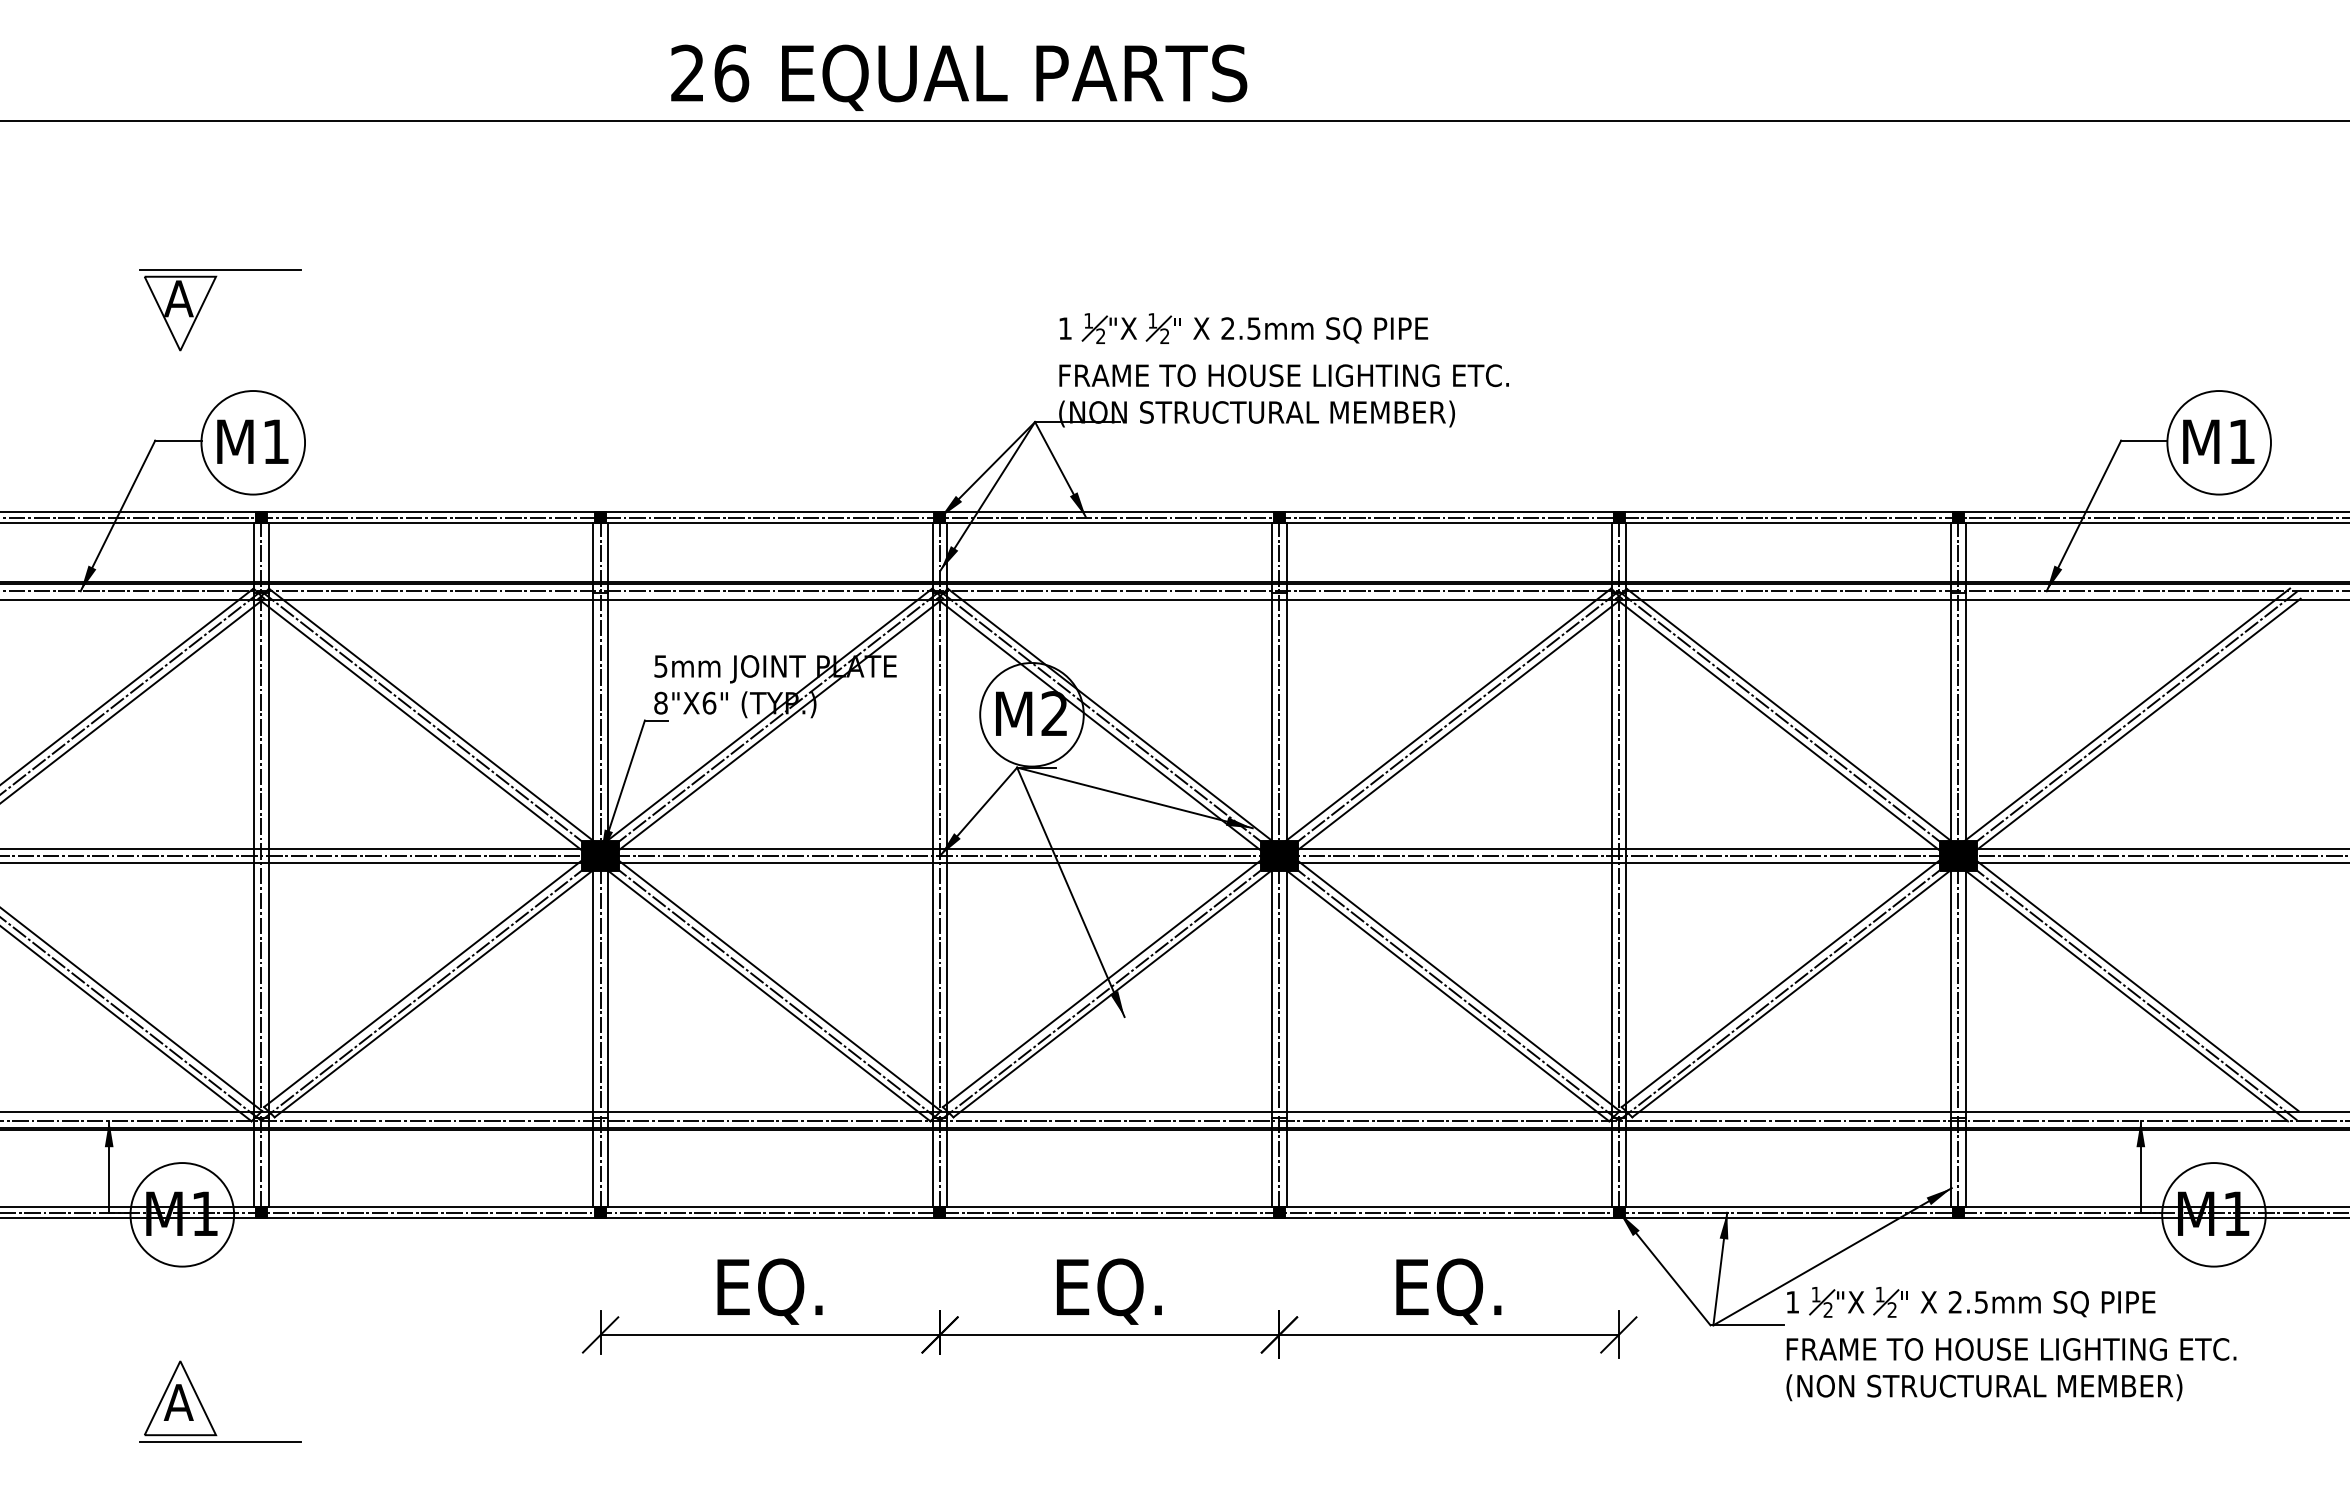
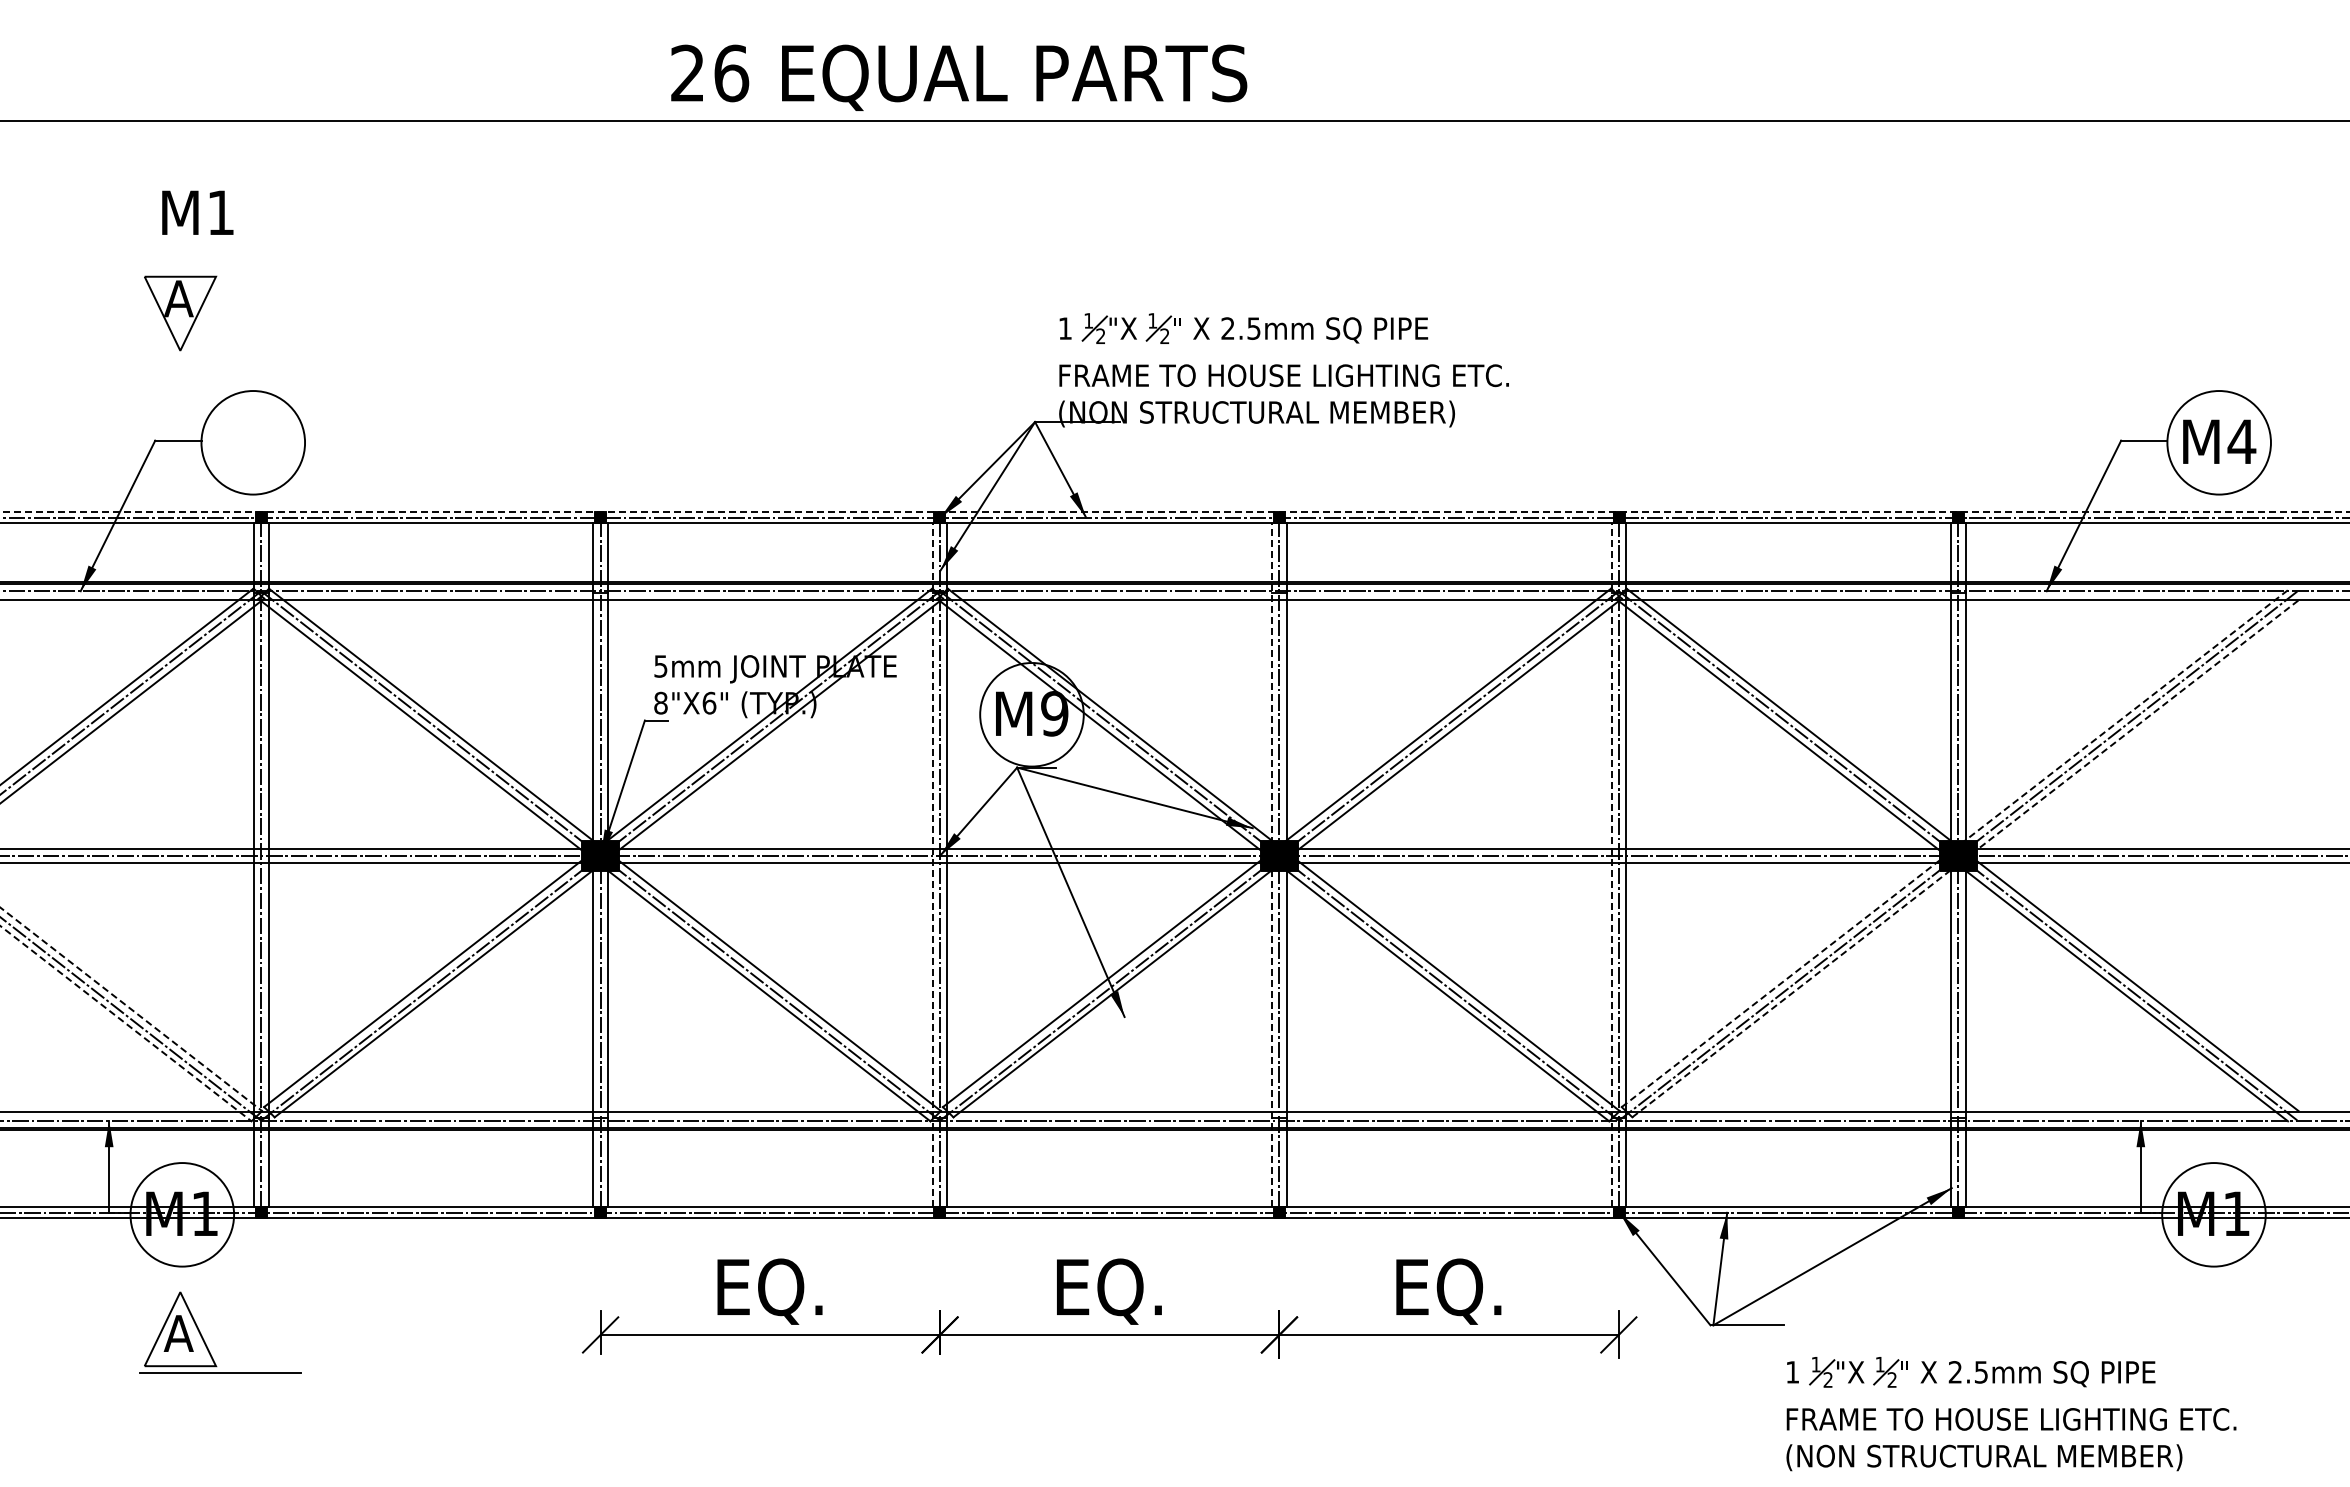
line at (220, 269): present -> none
text at (252, 441) position: (252, 441) -> (197, 212)
text at (2241, 441): M1 -> M4
line at (1176, 512): solid -> dashed
text at (1054, 713): M2 -> M9
line at (1955, 847): solid -> dashed
line at (1966, 858): solid -> dashed
line at (932, 865): solid -> dashed
line at (1272, 865): solid -> dashed
line at (1611, 865): solid -> dashed
line at (131, 1009): solid -> dashed
line at (126, 1023): solid -> dashed
part at (2011, 1344) position: (2011, 1344) -> (2011, 1414)
part at (204, 1408) position: (204, 1408) -> (204, 1339)
